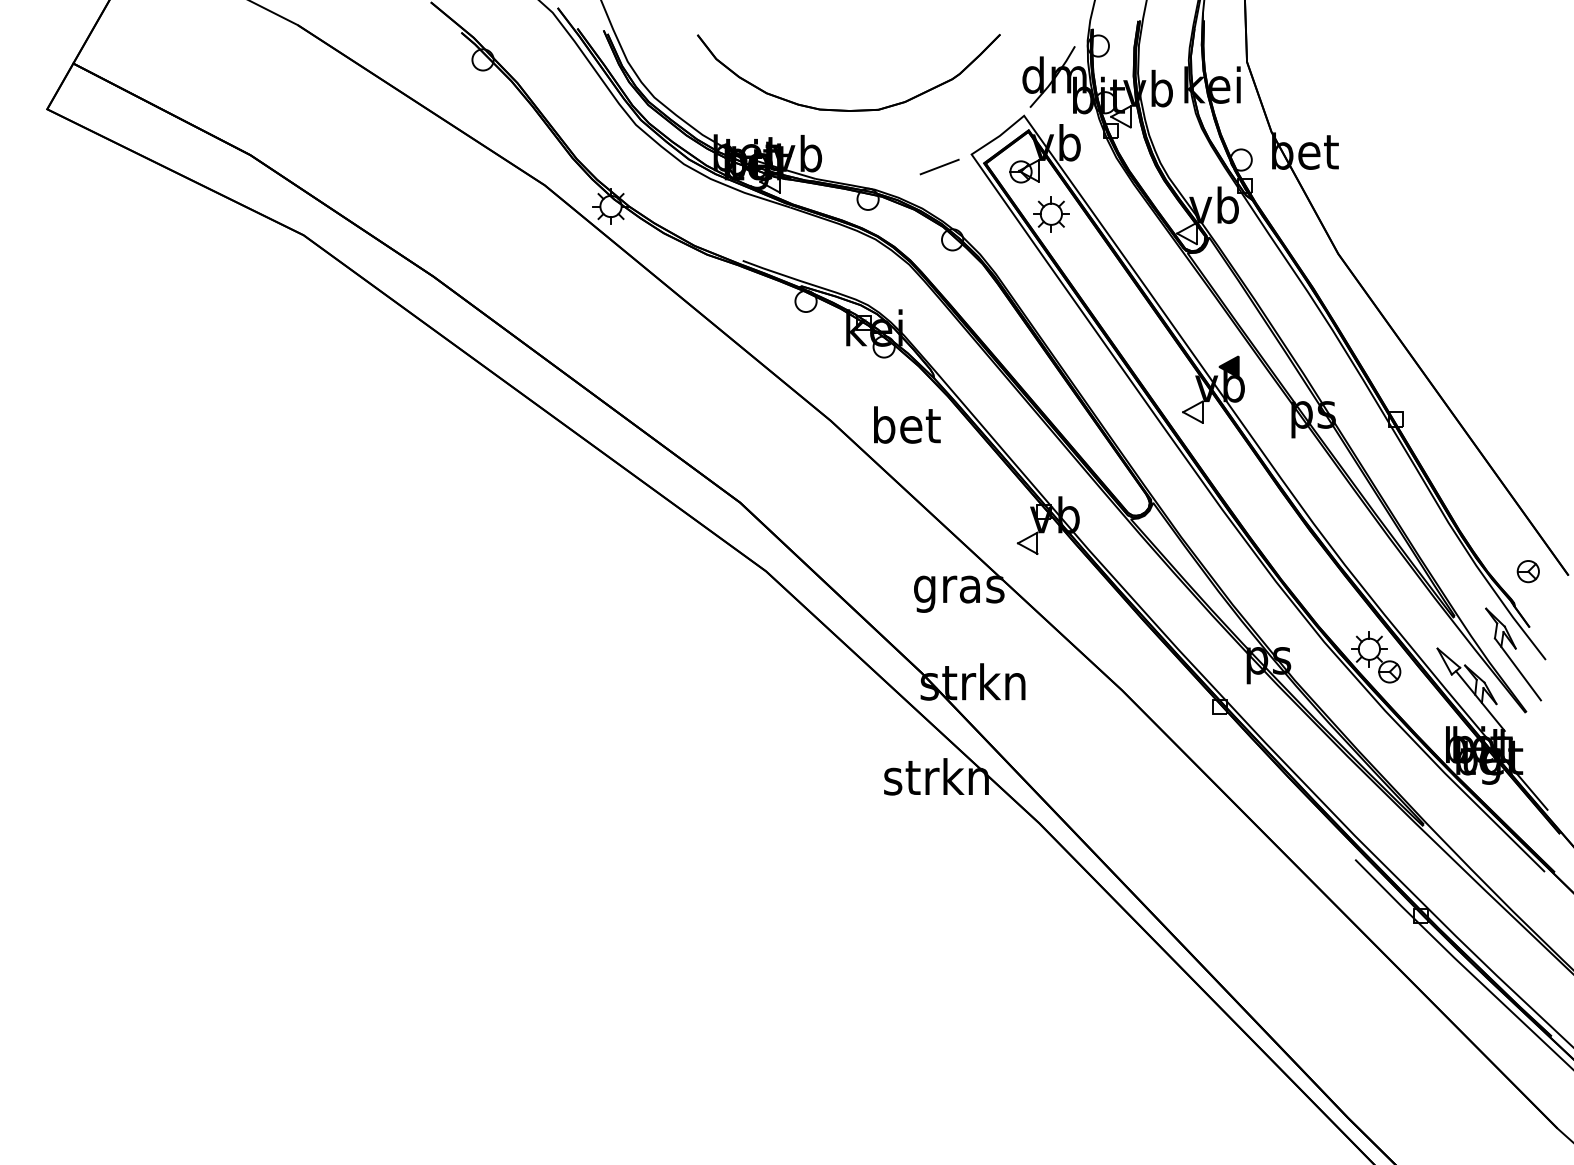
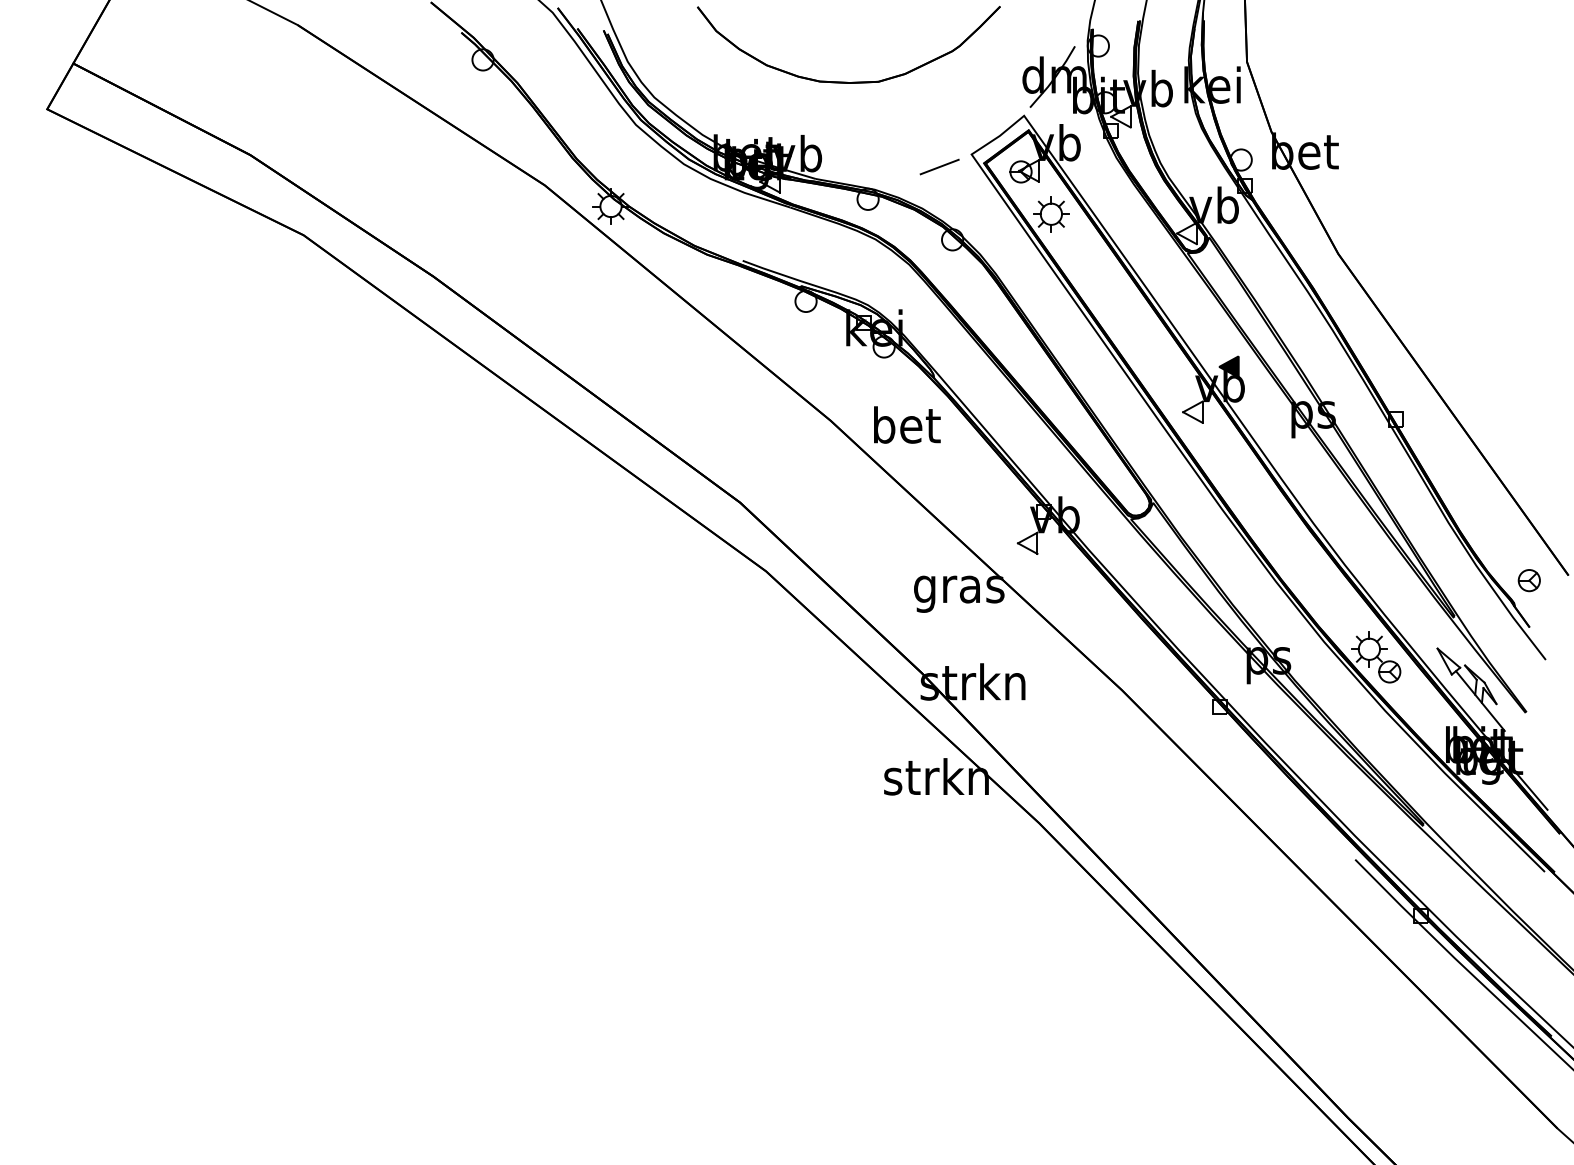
part at (847, 109) position: (847, 109) -> (847, 81)
part at (1527, 571) position: (1527, 571) -> (1528, 580)
part at (1513, 654): present -> none
